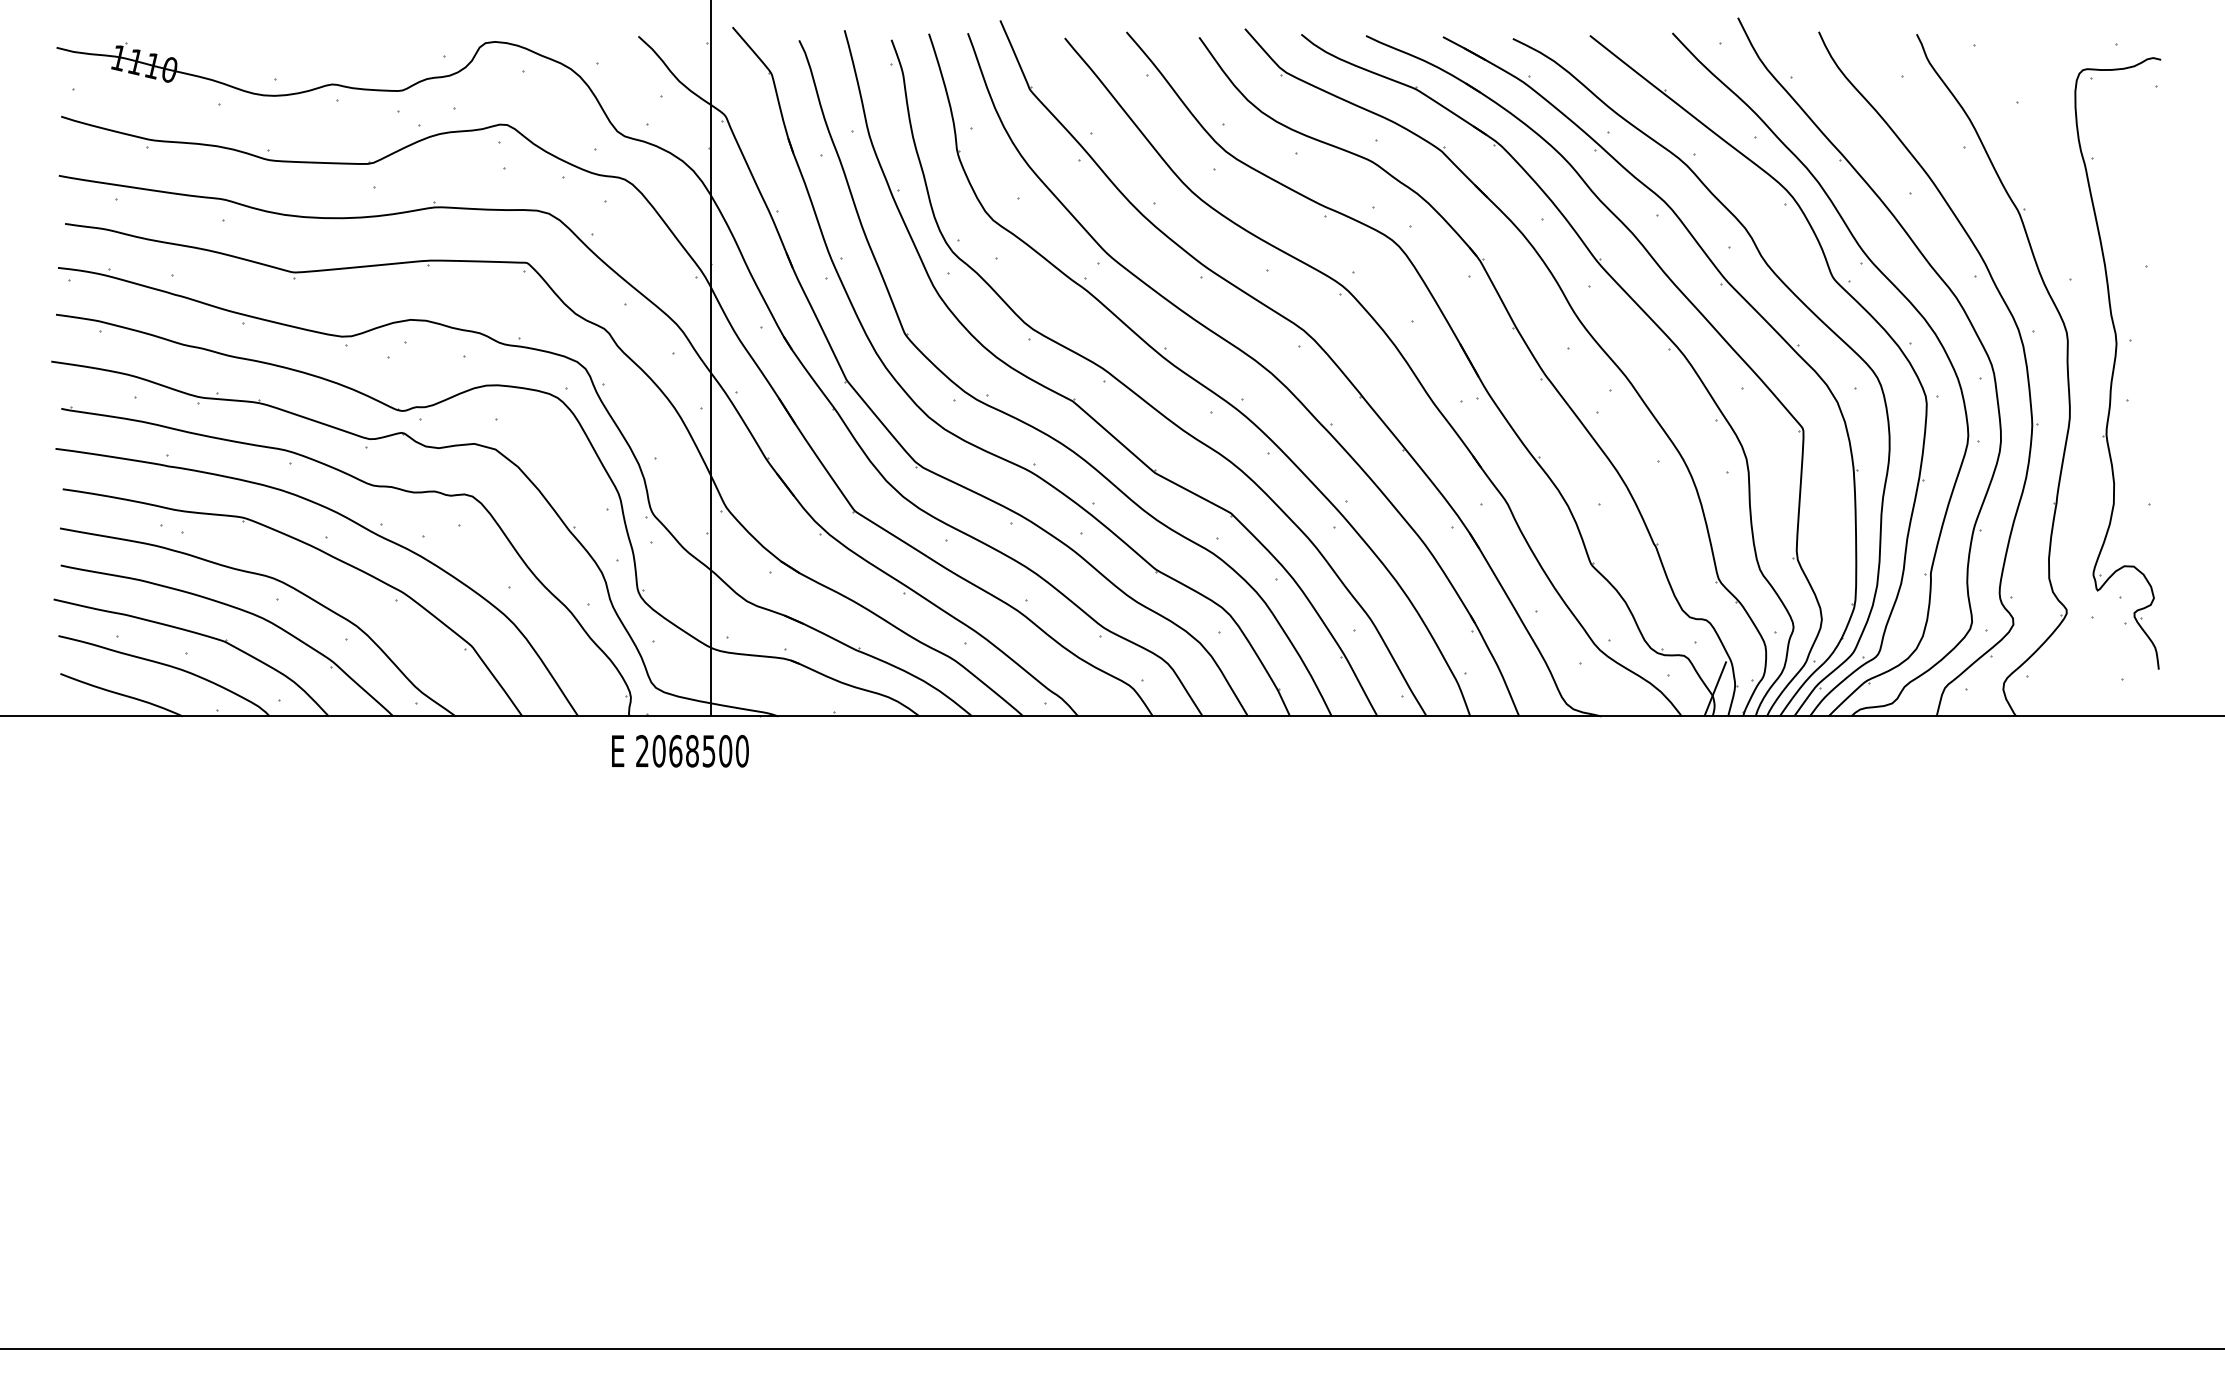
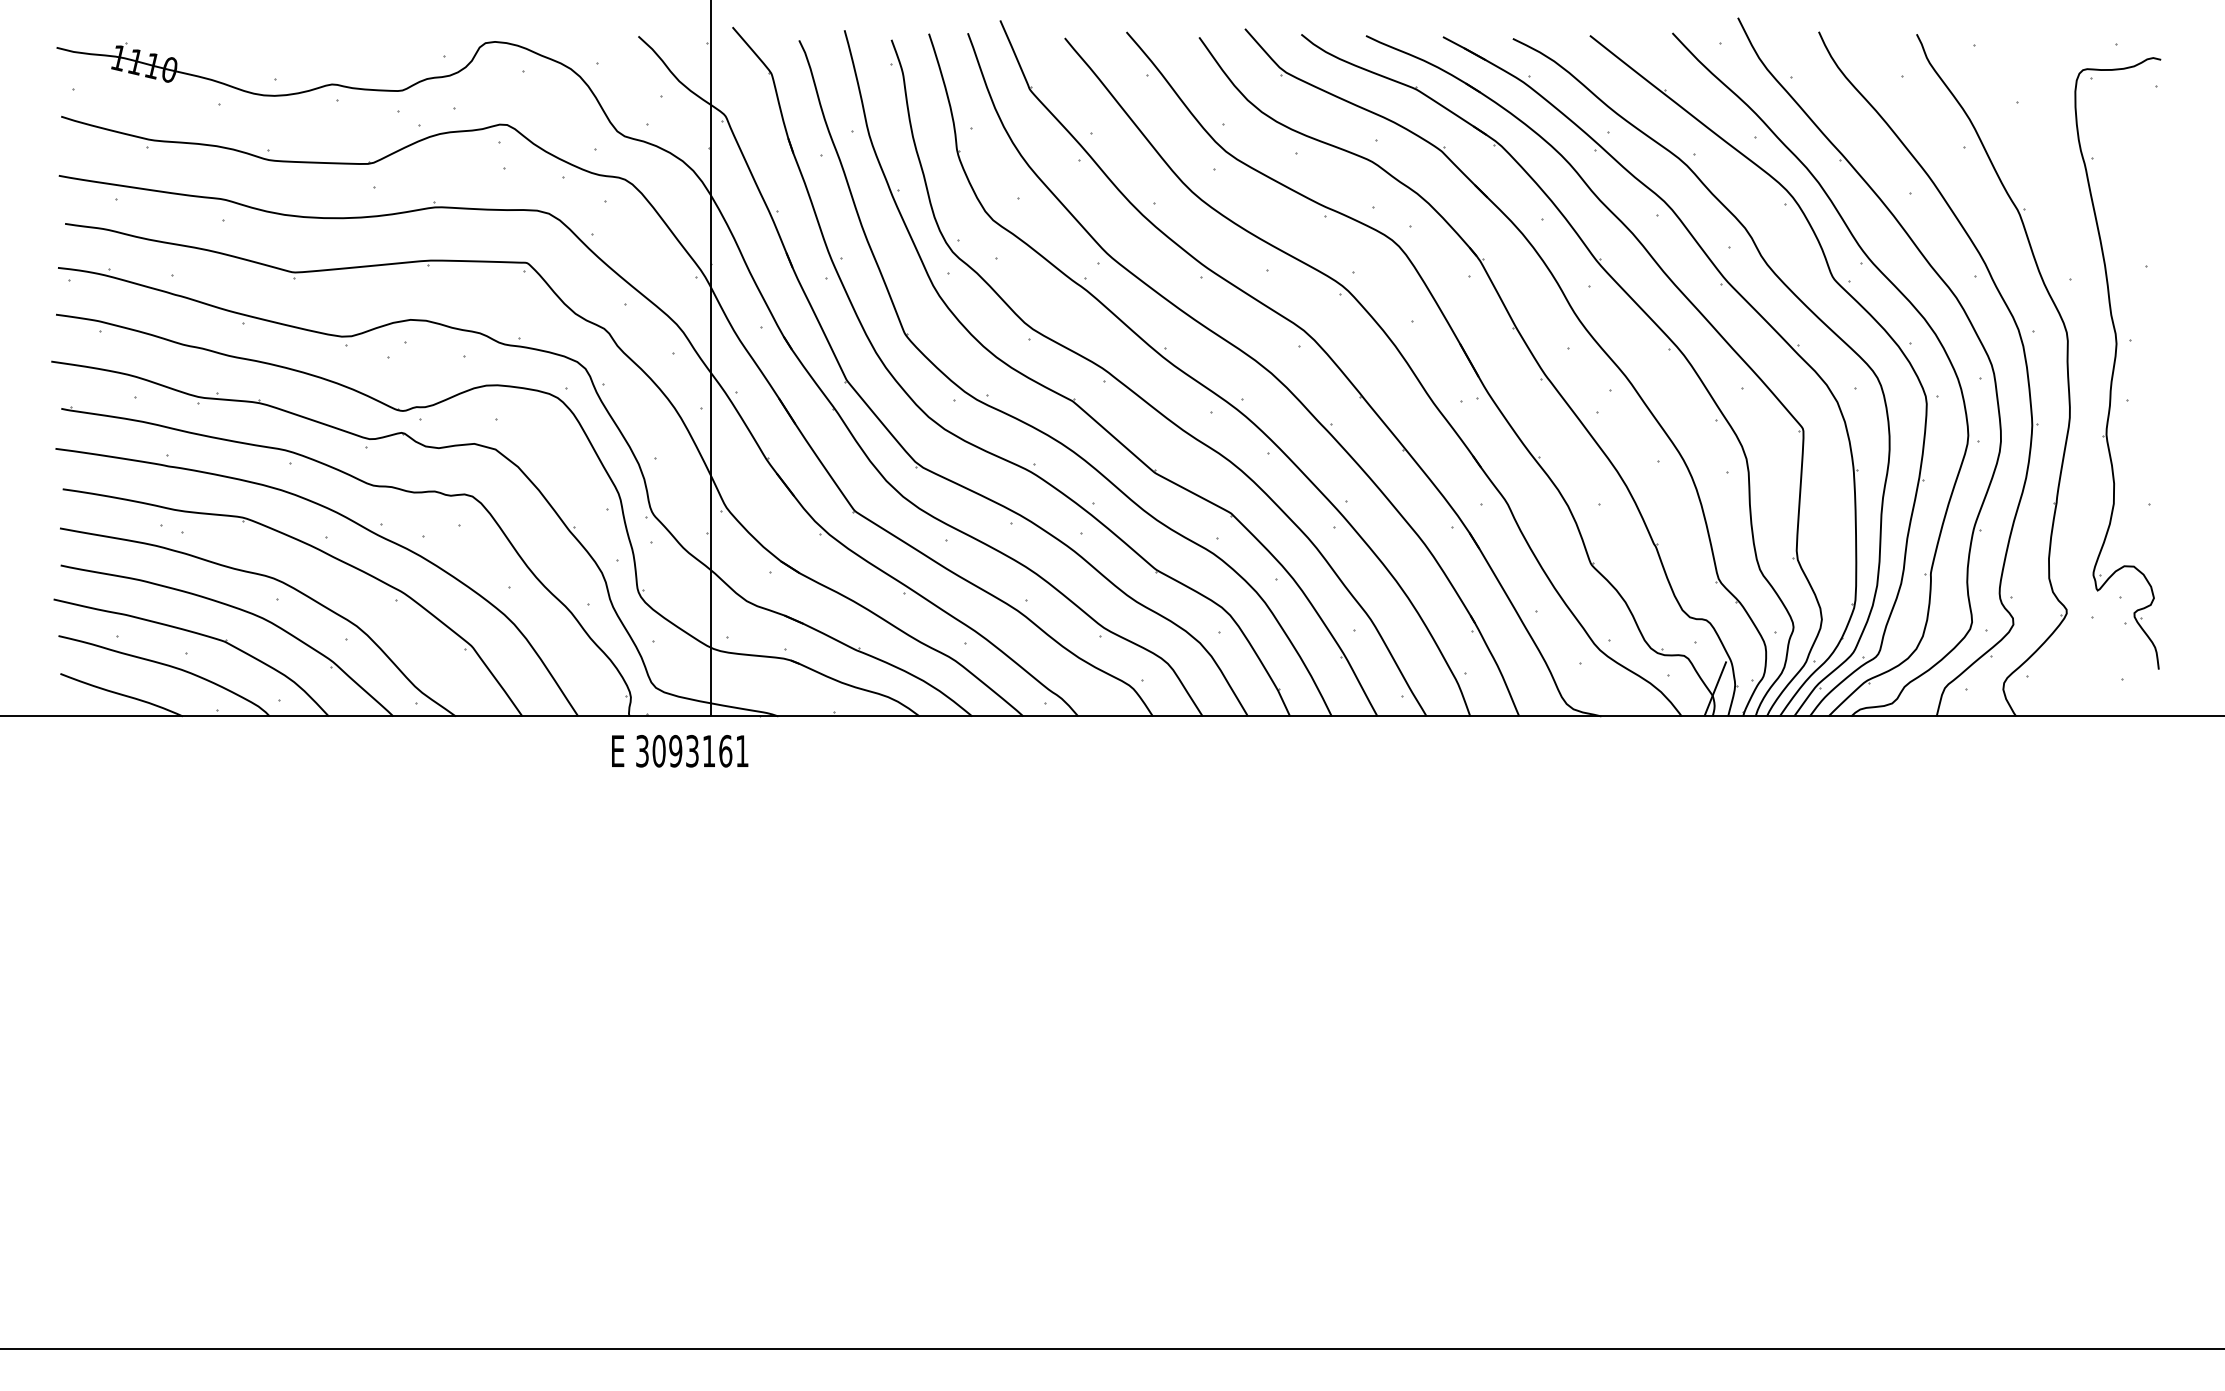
text at (692, 750): 2068500 -> 3093161
